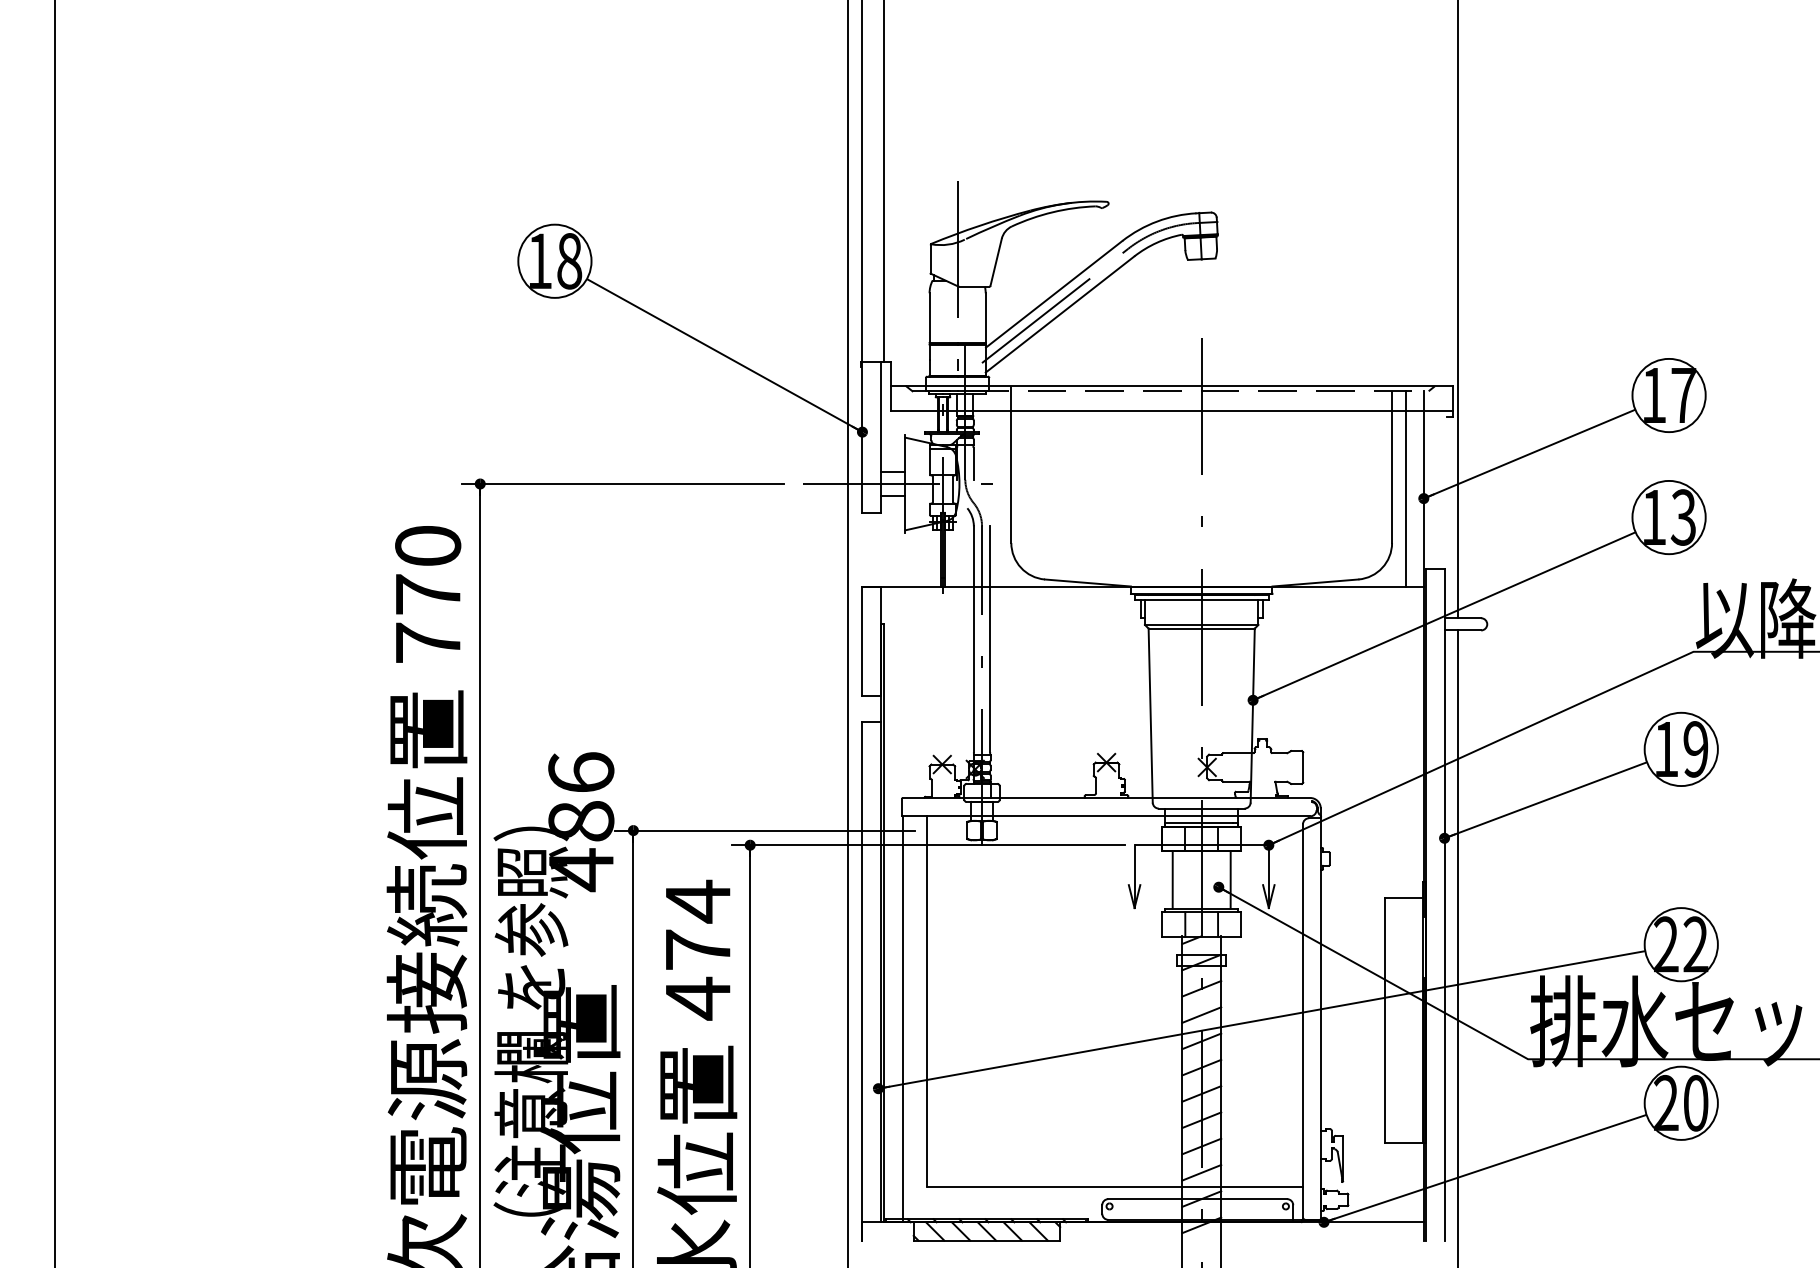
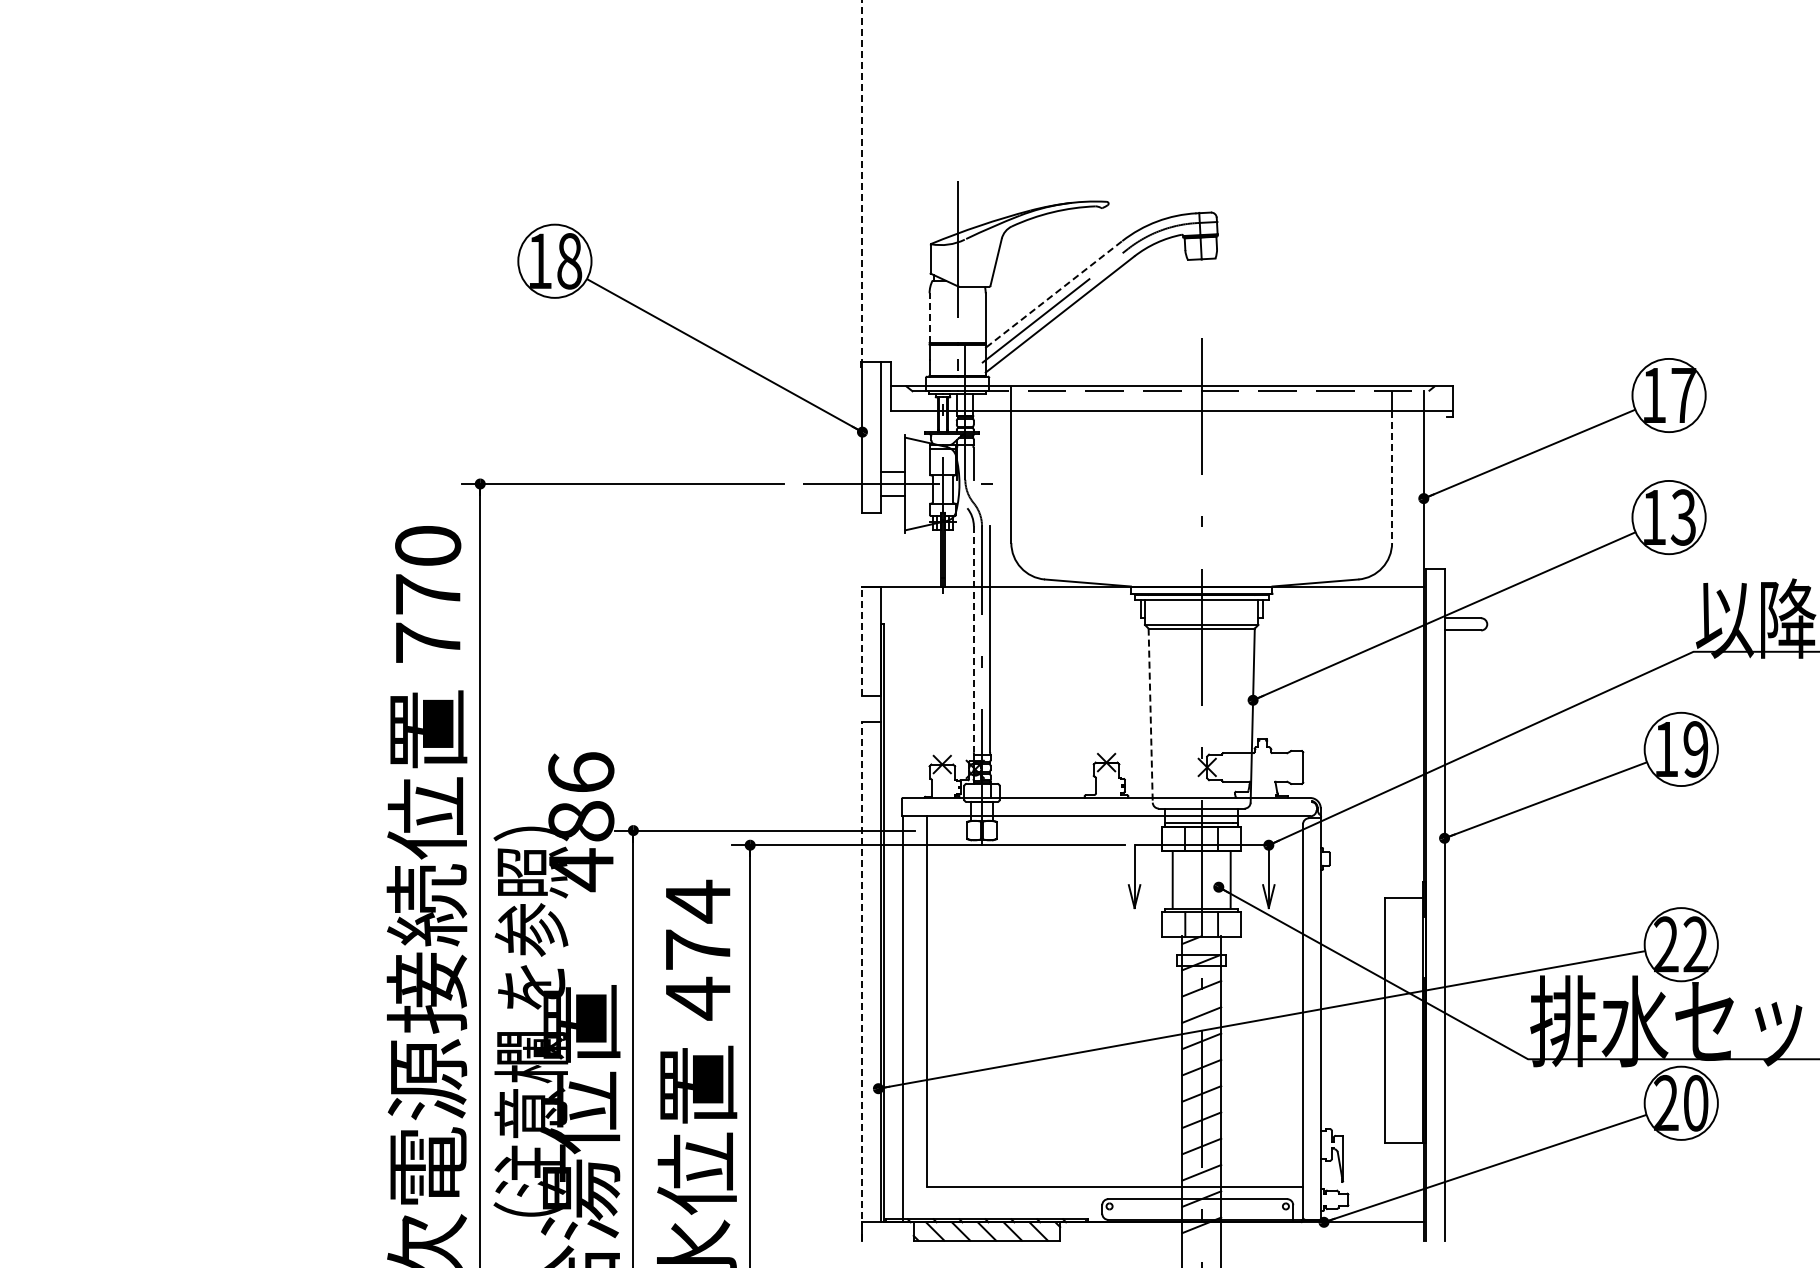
line at (862, 181): solid -> dashed
line at (884, 181): present -> none
line at (1054, 293): solid -> dashed
line at (1457, 310): present -> none
line at (929, 318): solid -> dashed
line at (1392, 477): solid -> dashed
line at (1405, 488): present -> none
line at (54, 633): present -> none
line at (847, 633): present -> none
line at (973, 639): solid -> dashed
line at (862, 641): solid -> dashed
line at (1150, 716): solid -> dashed
line at (1457, 947): present -> none
line at (862, 980): solid -> dashed
